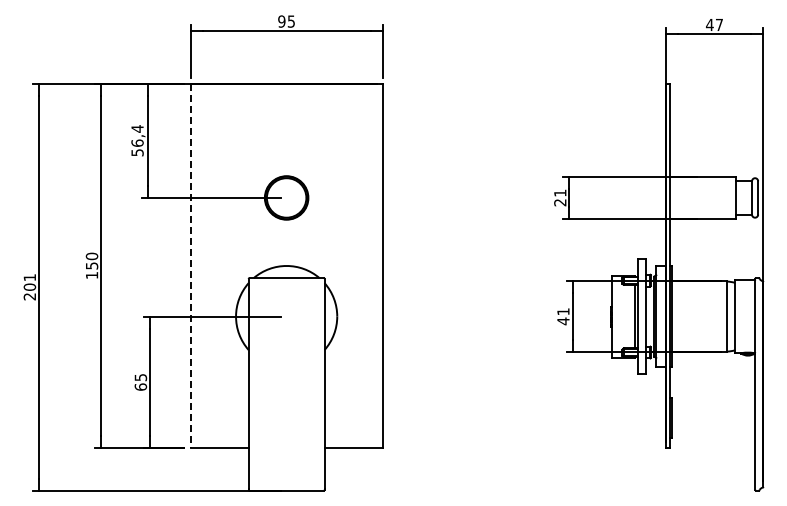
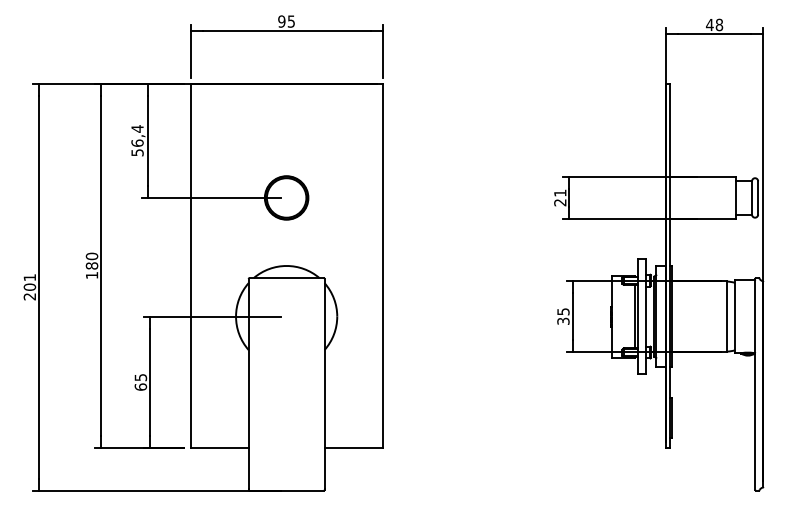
text at (719, 24): 47 -> 48
text at (91, 265): 150 -> 180
line at (190, 266): dashed -> solid
text at (563, 316): 41 -> 35
